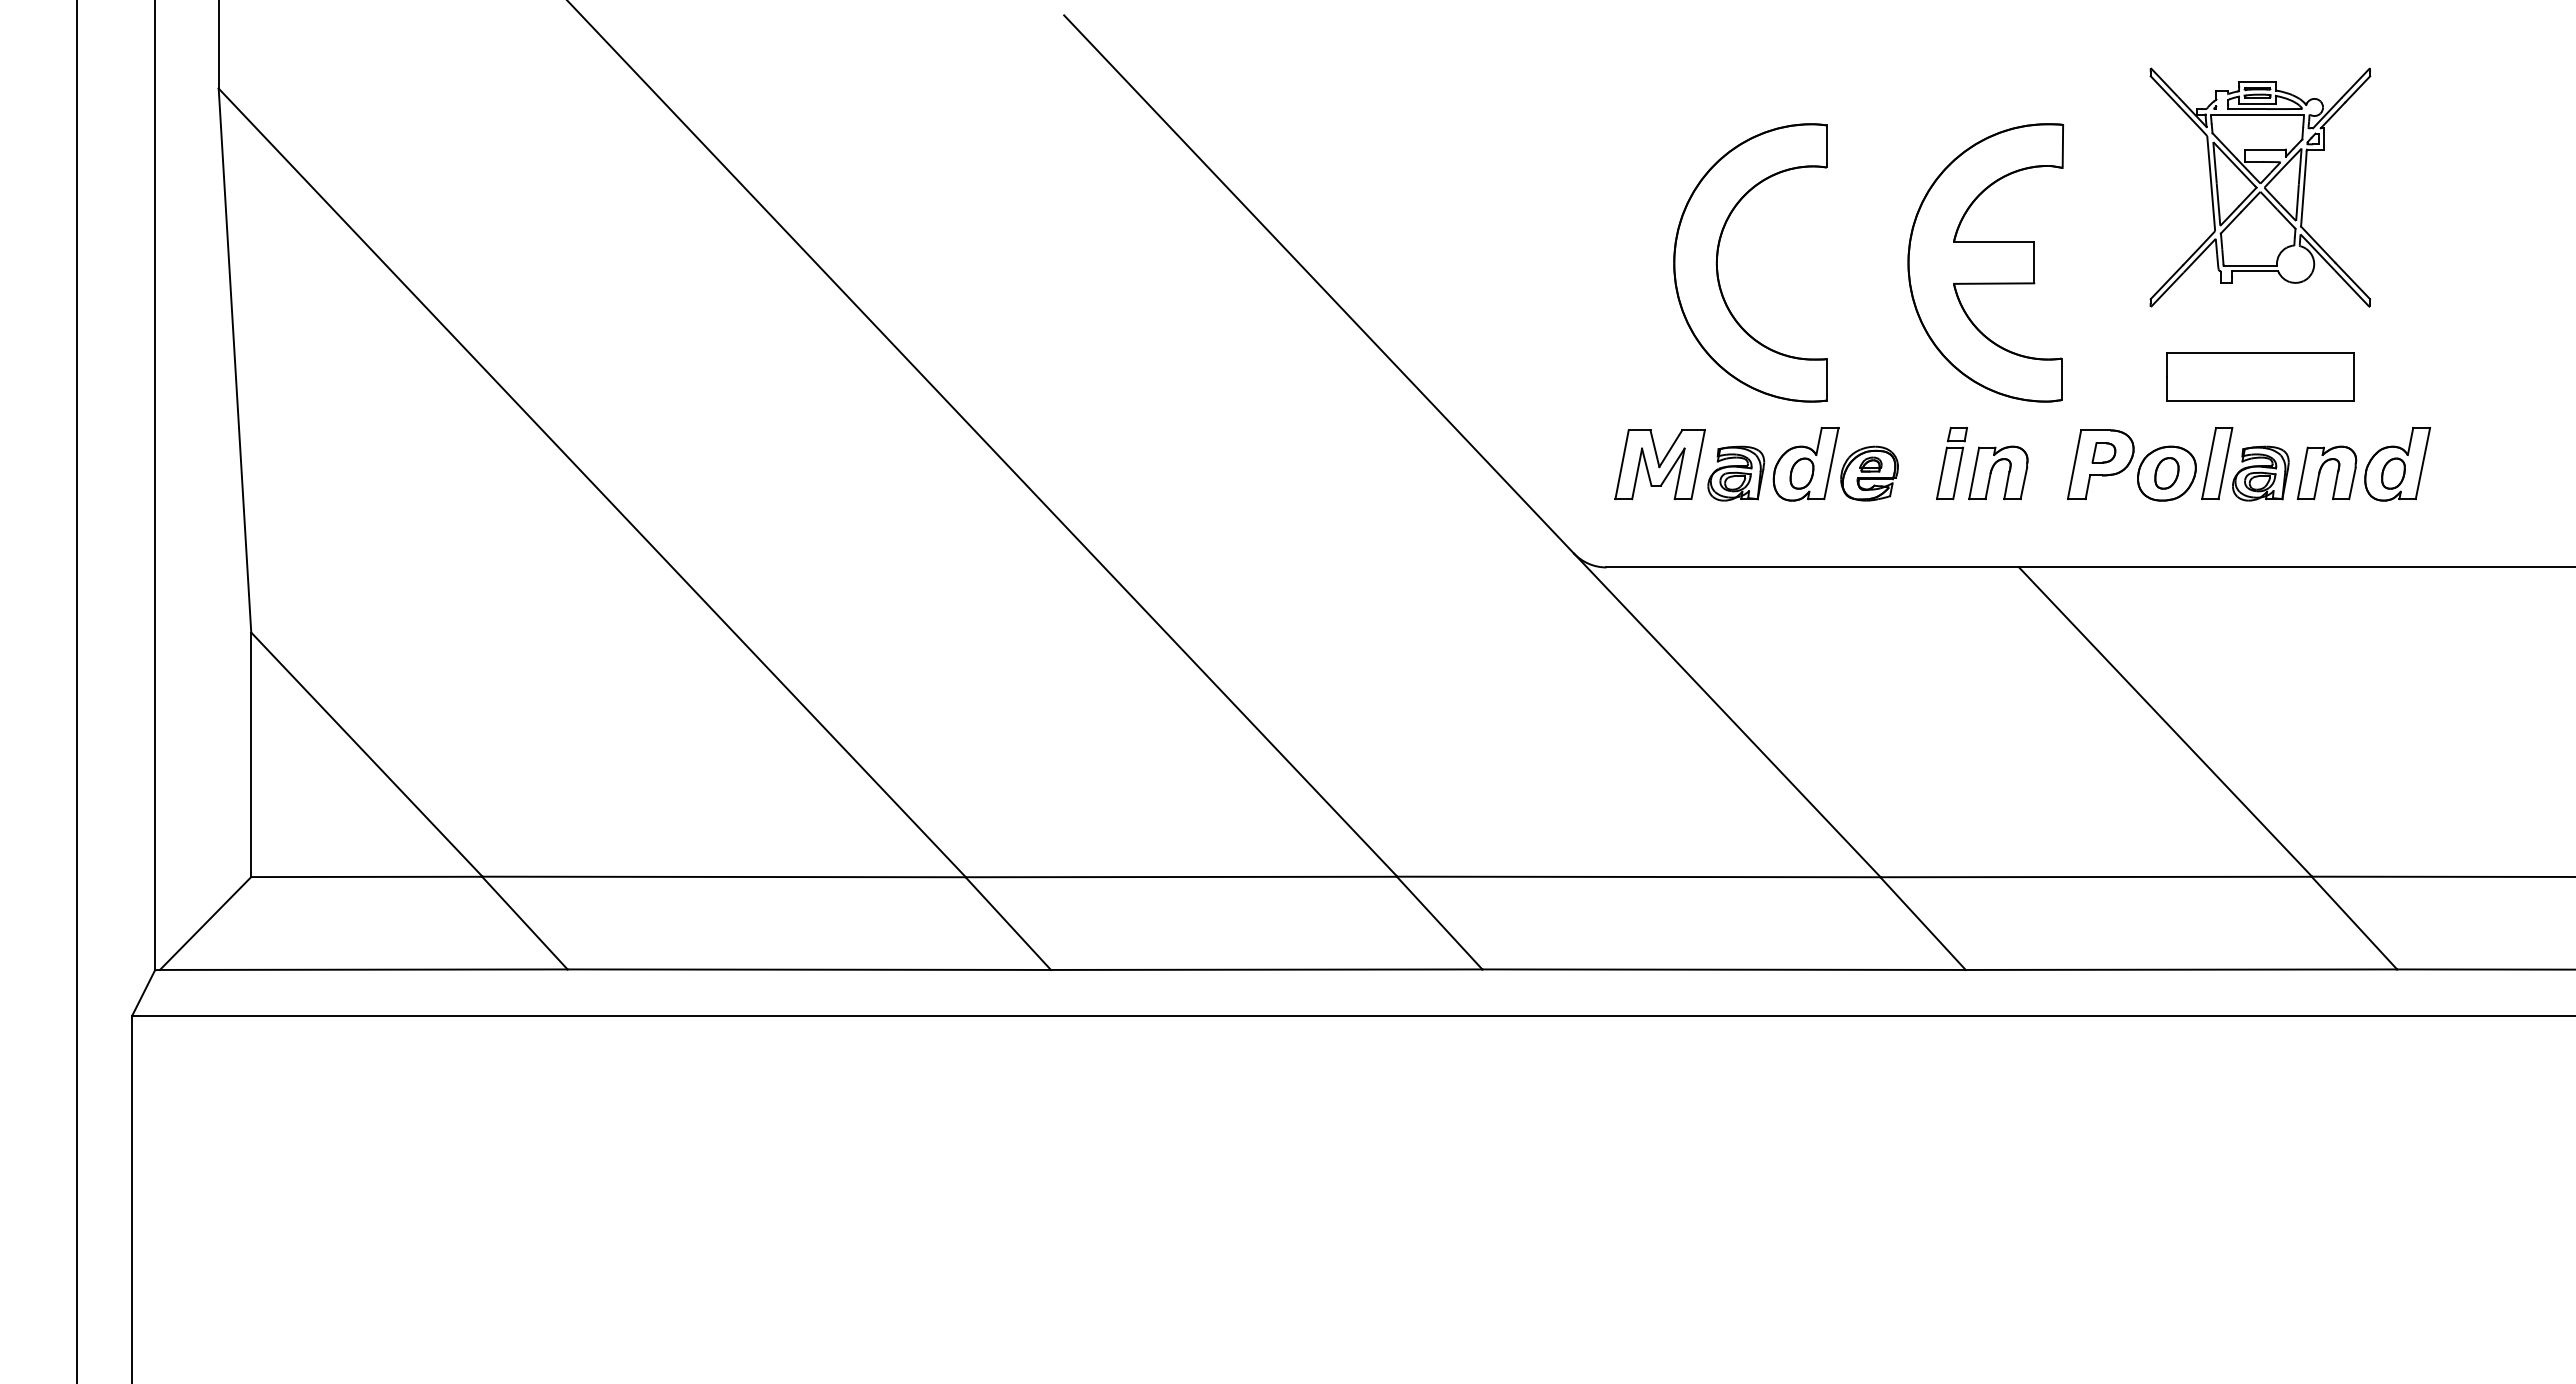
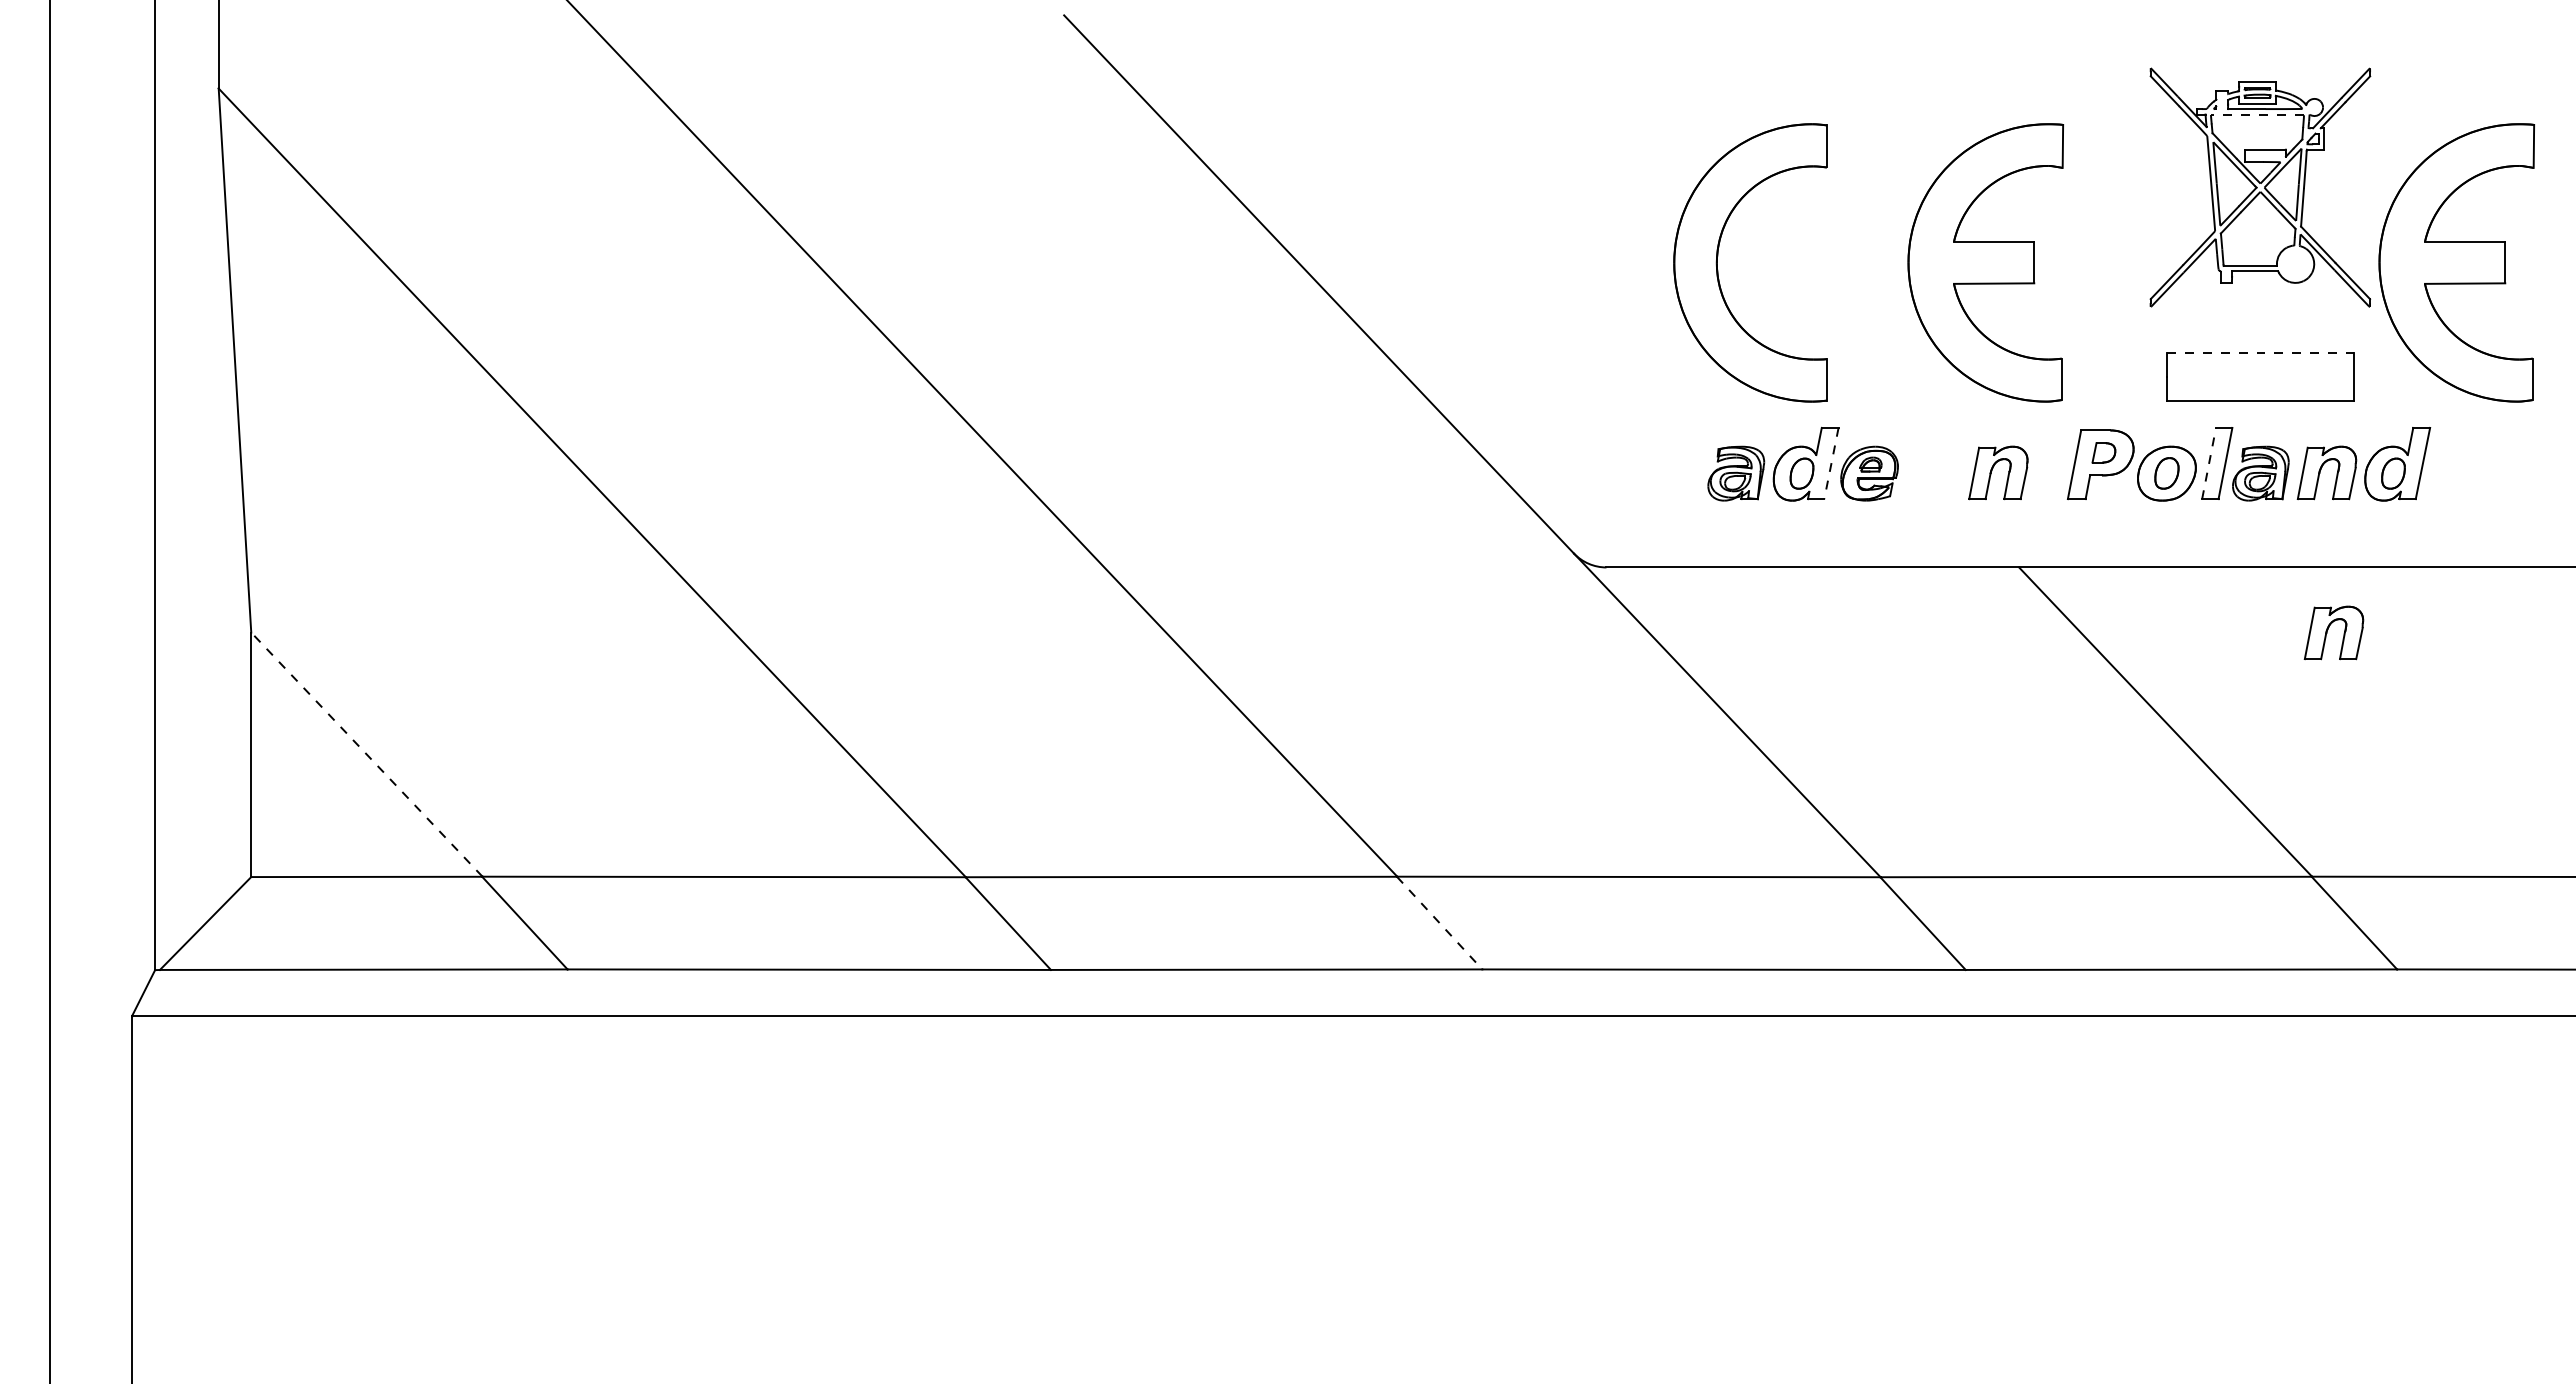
line at (2257, 114): solid -> dashed
part at (2456, 262): none -> present
line at (2260, 353): solid -> dashed
part at (1952, 463): present -> none
line at (2209, 463): solid -> dashed
part at (1659, 464): present -> none
line at (1831, 464): solid -> dashed
part at (2333, 632): none -> present
line at (77, 691) position: (77, 691) -> (50, 691)
line at (366, 754): solid -> dashed
line at (1439, 923): solid -> dashed
